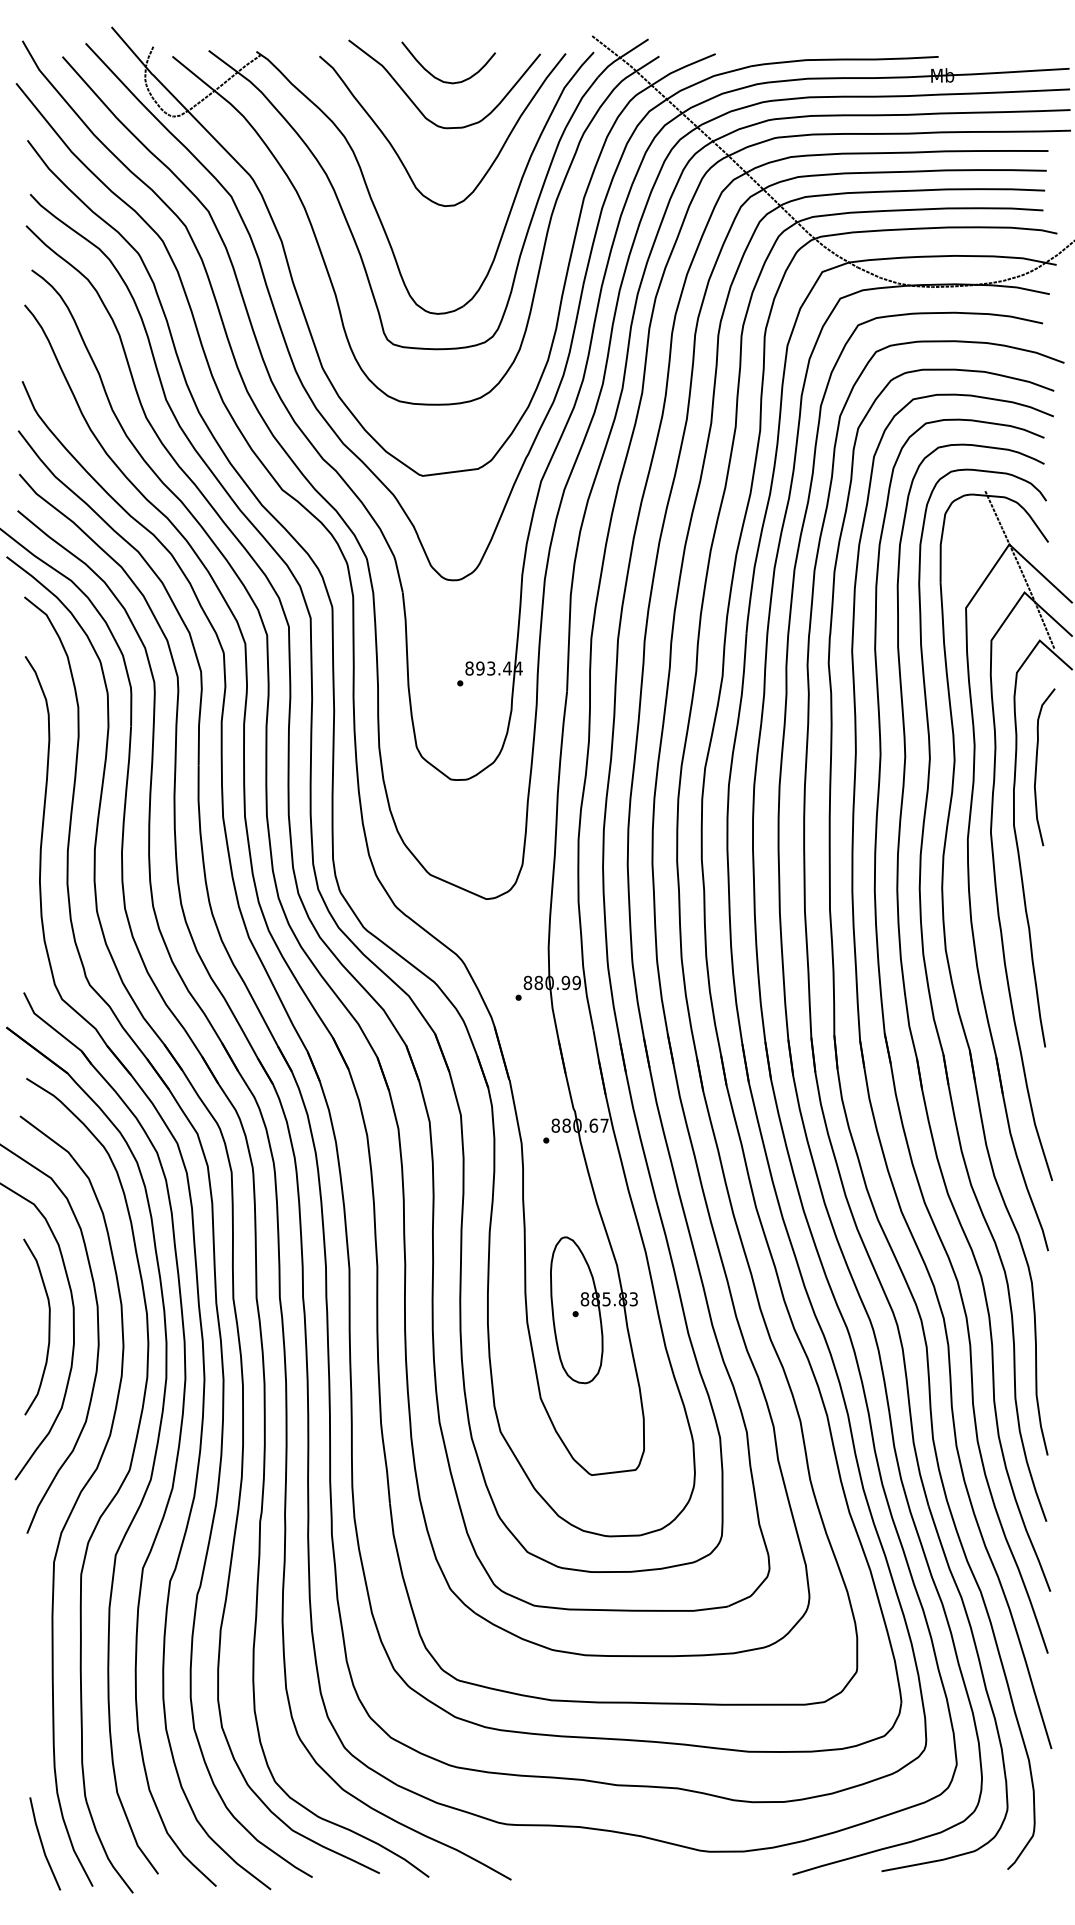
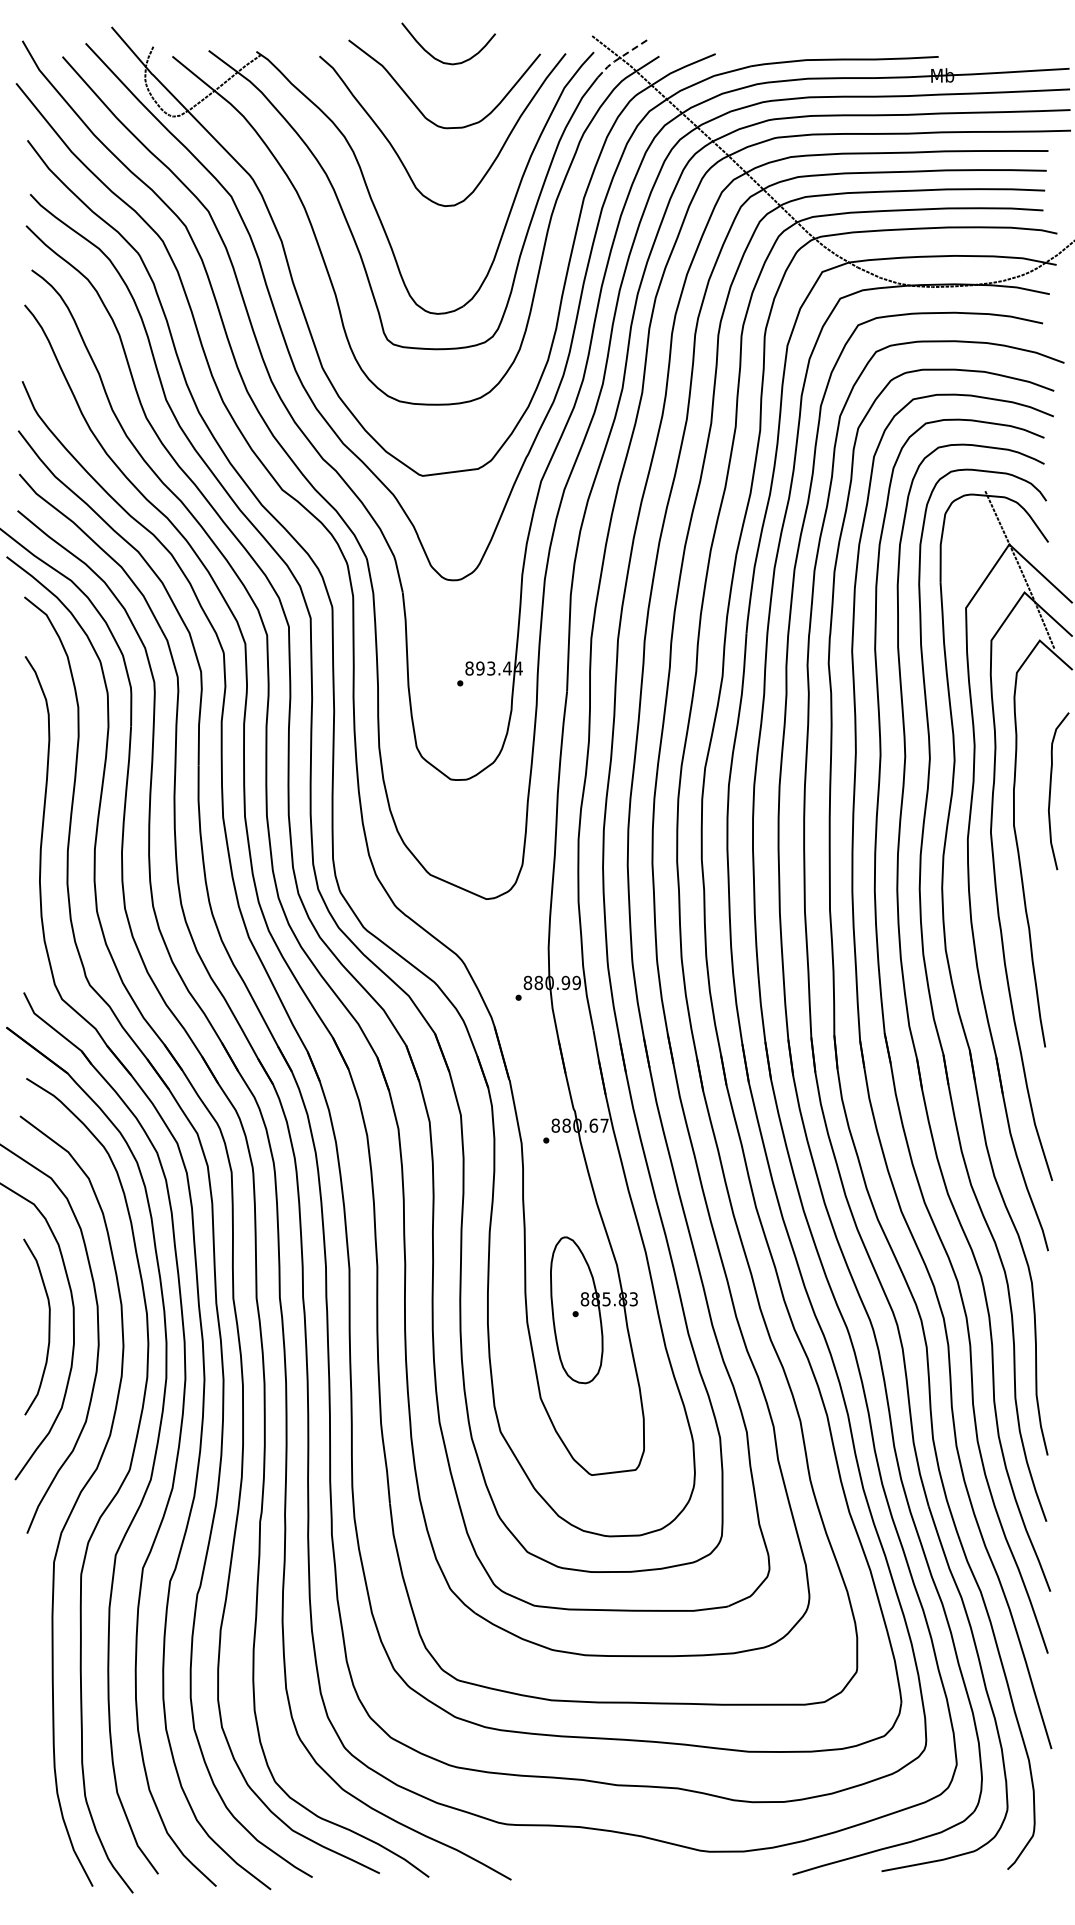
line at (621, 57): solid -> dashed
curve at (439, 78) position: (439, 78) -> (439, 59)
curve at (1037, 765) position: (1037, 765) -> (1051, 789)
line at (43, 1845): present -> none
